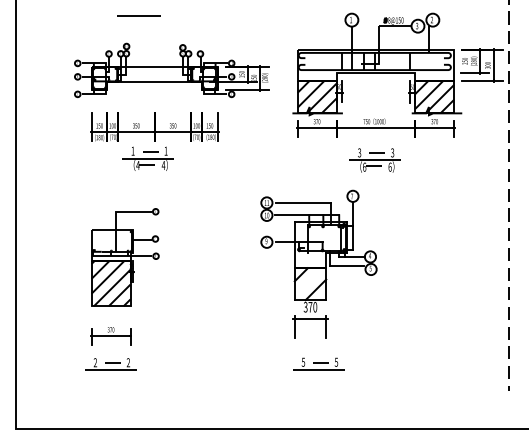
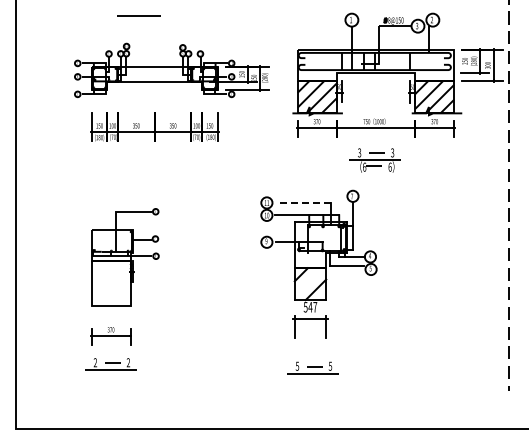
part at (147, 158): present -> none
line at (302, 203): solid -> dashed
hatch at (110, 283): present -> none
text at (310, 307): 370 -> 547
part at (318, 363) position: (318, 363) -> (312, 367)
